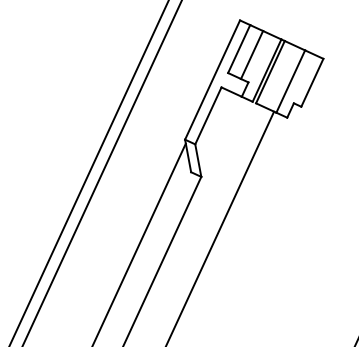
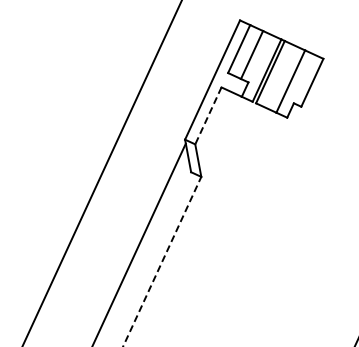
line at (208, 116): solid -> dashed
line at (88, 172): present -> none
line at (220, 227): present -> none
line at (162, 261): solid -> dashed
